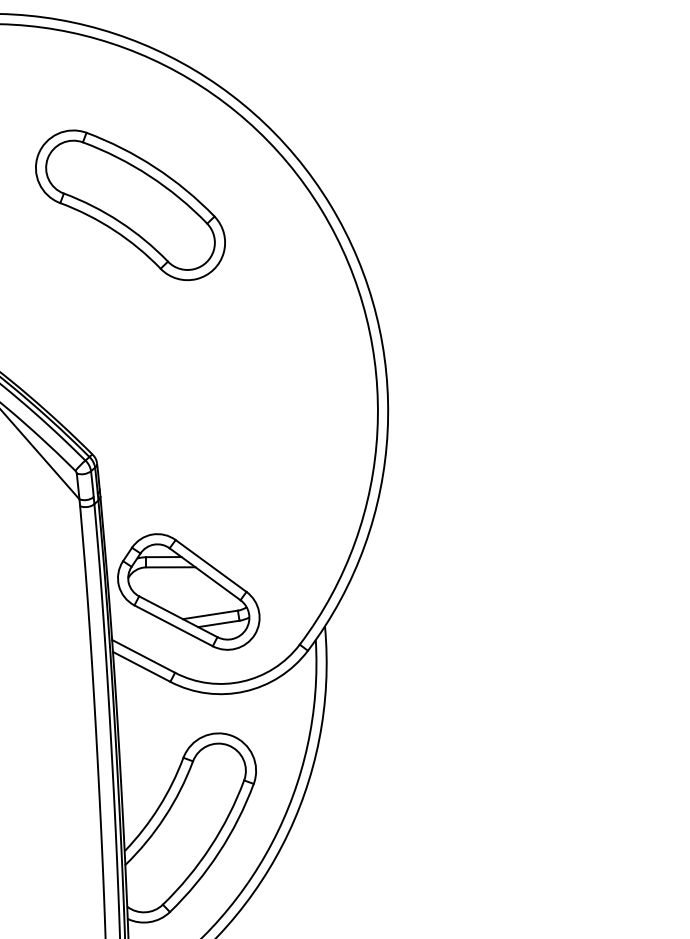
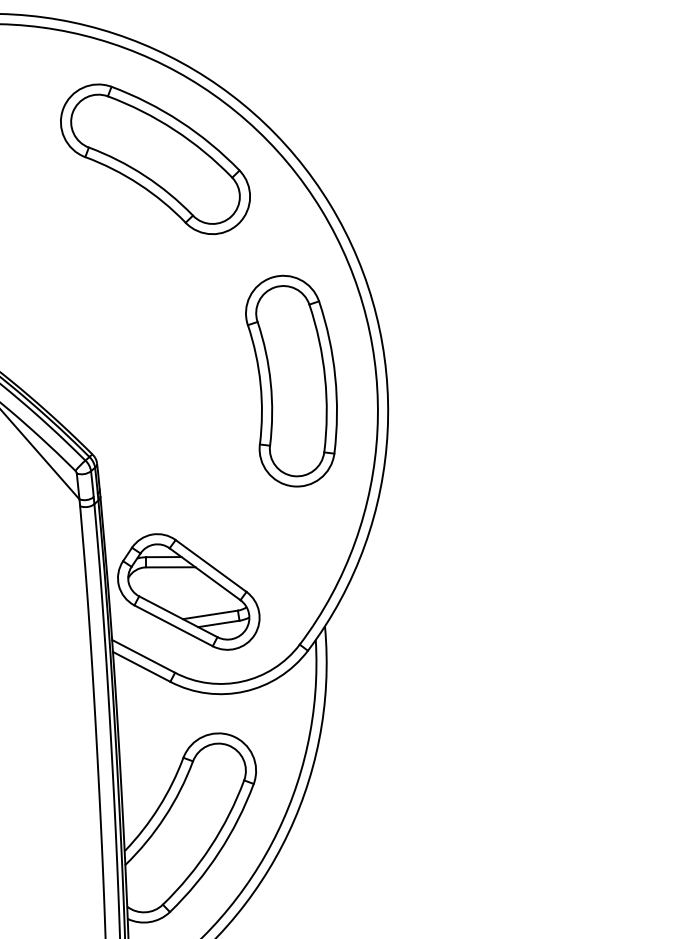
part at (130, 204) position: (130, 204) -> (155, 158)
part at (291, 380): none -> present
